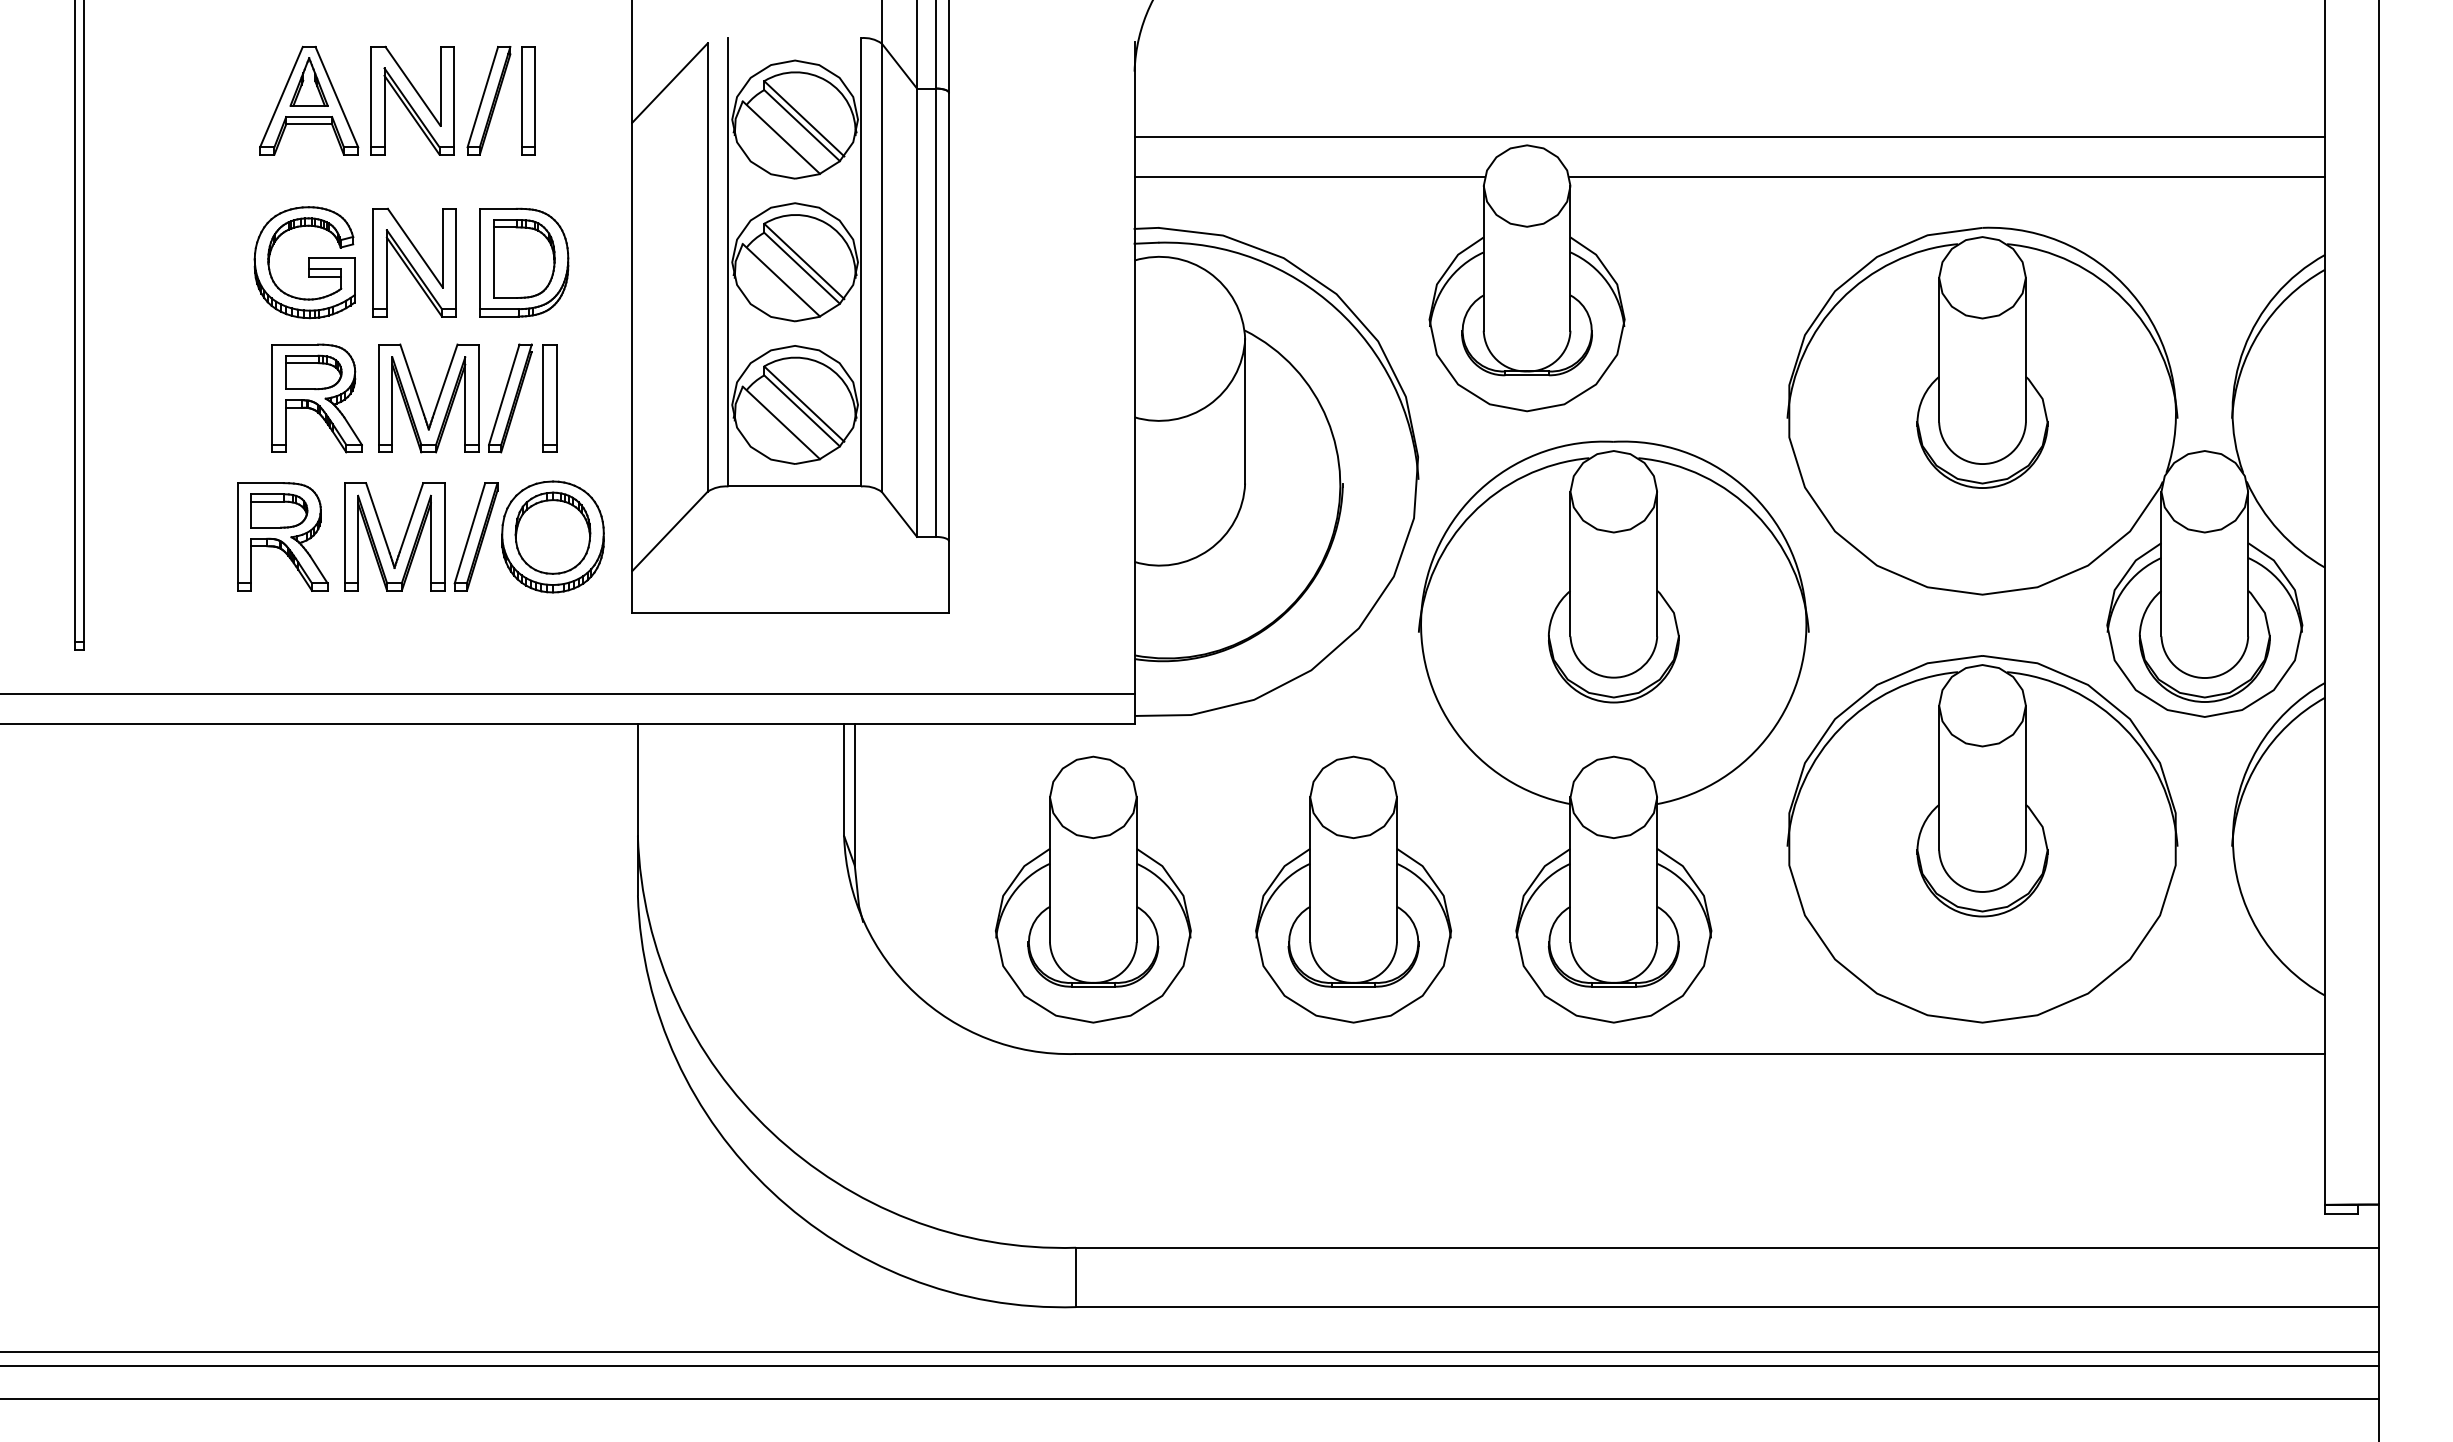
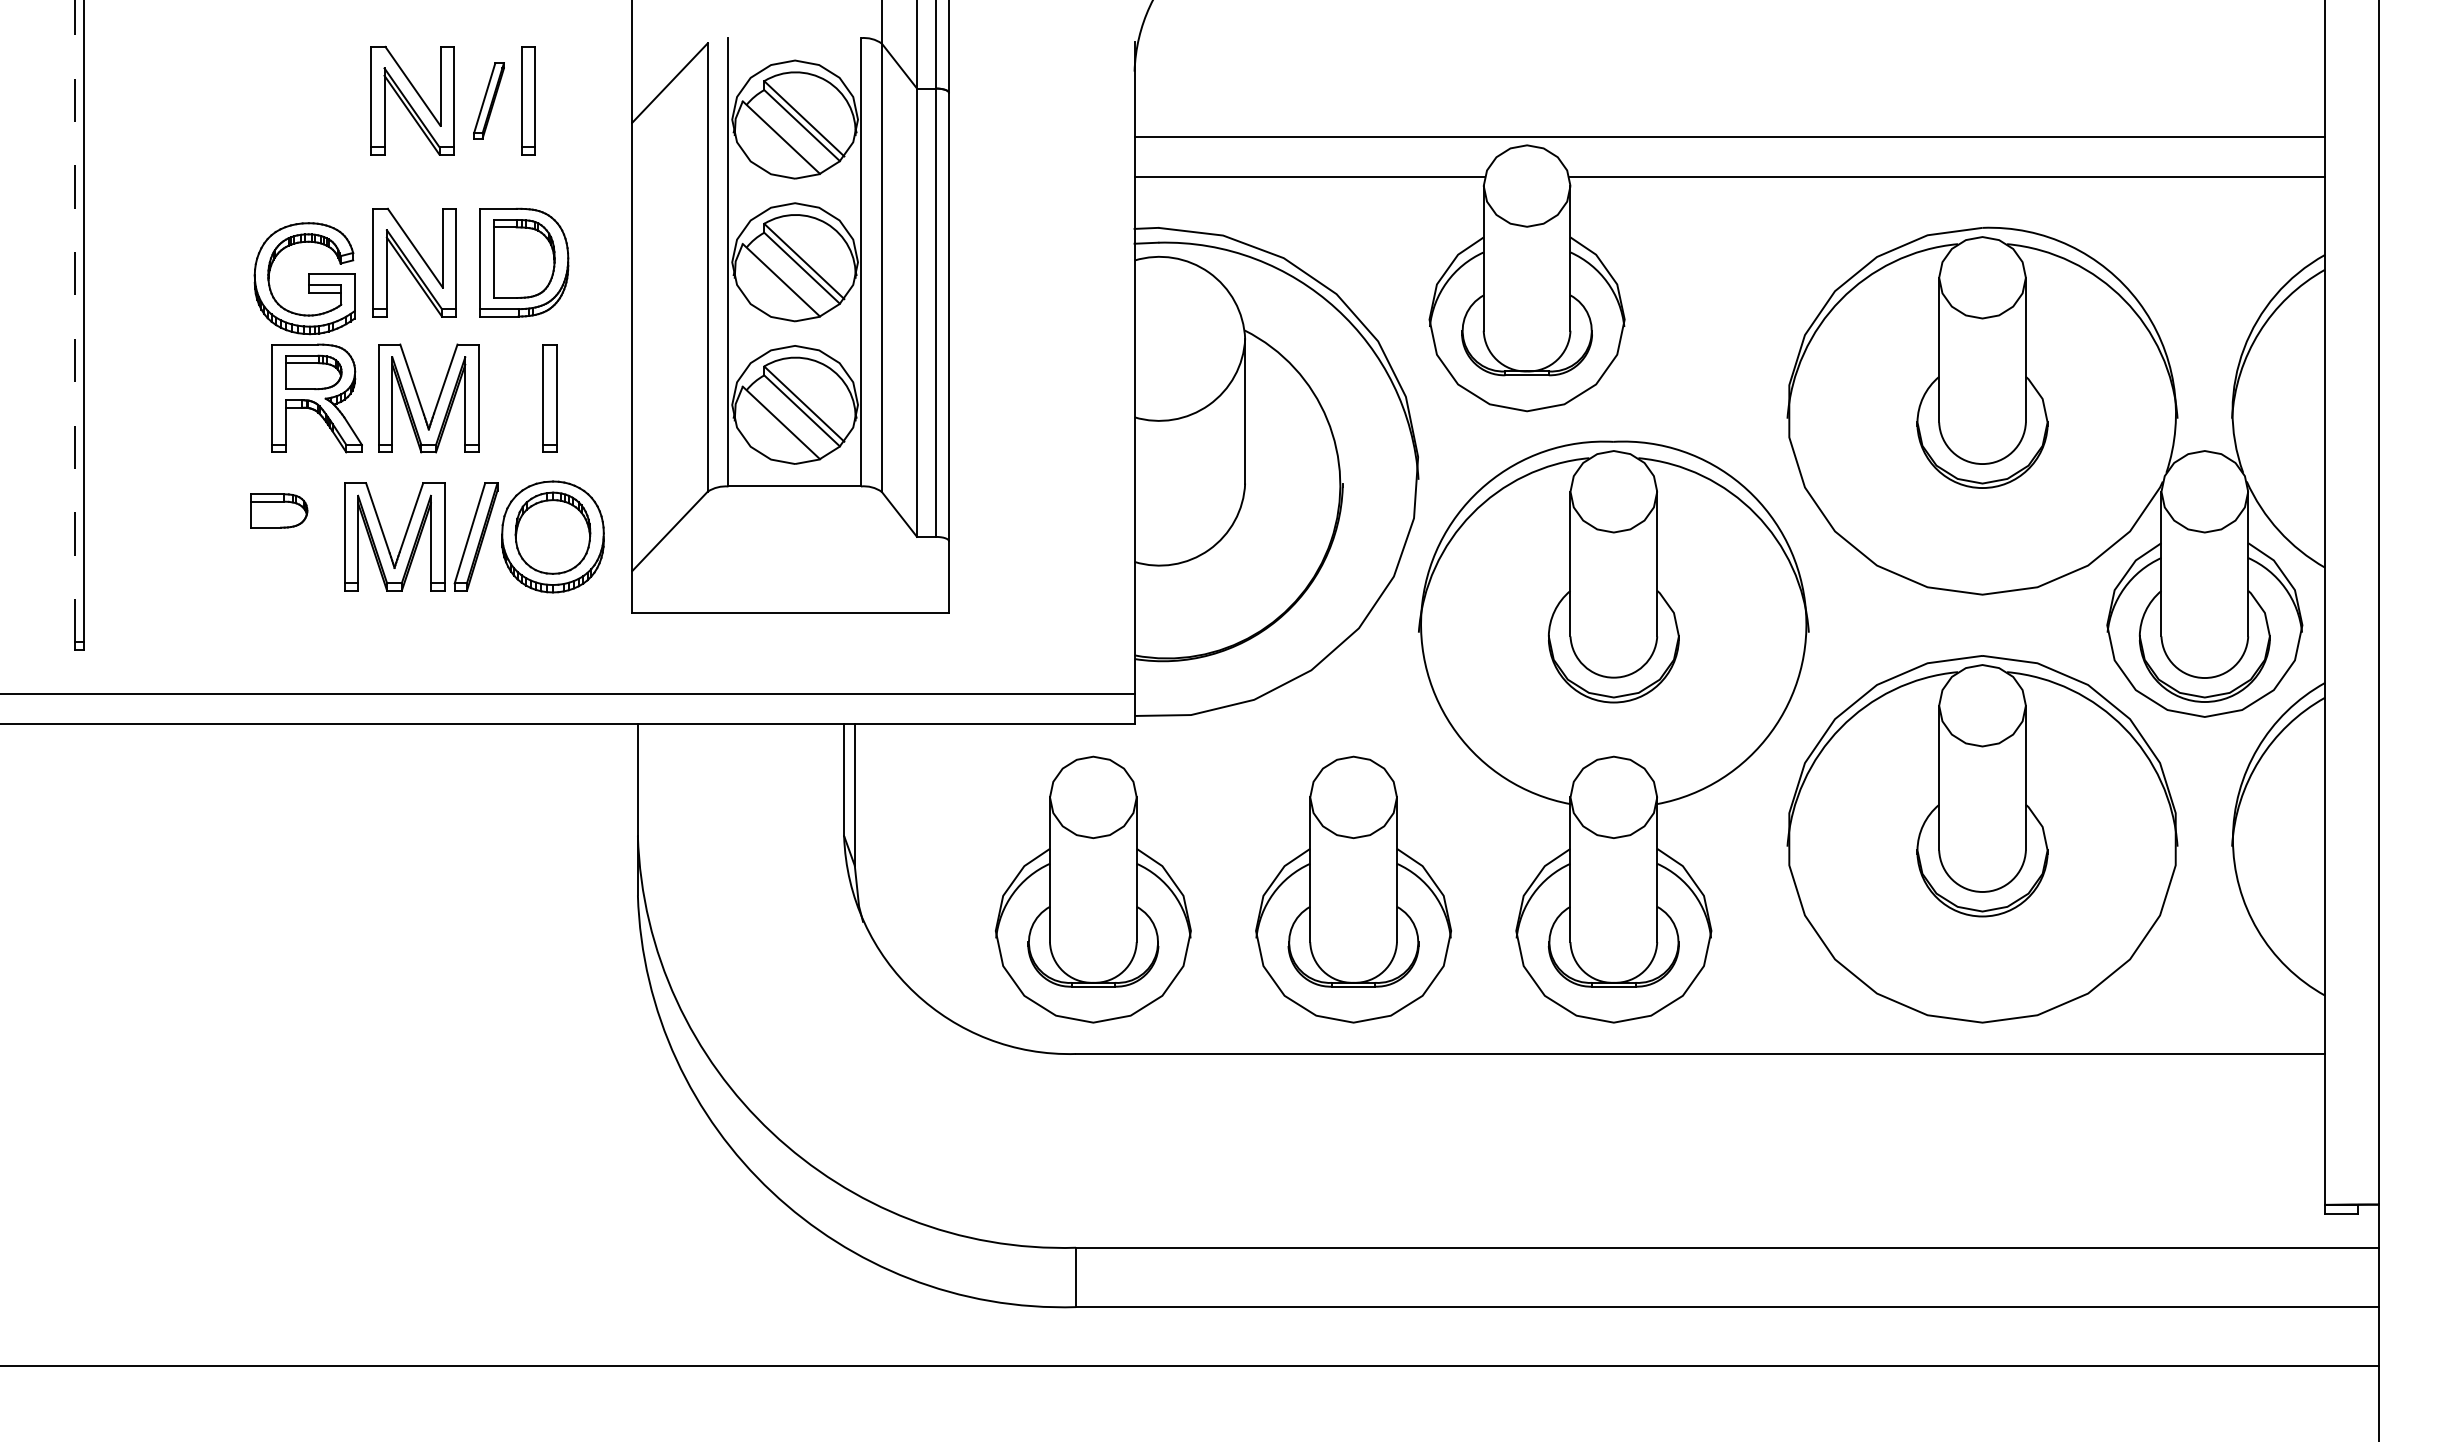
part at (309, 100): present -> none
part at (488, 100) size: 46x110 px -> 32x78 px
part at (304, 262) position: (304, 262) -> (304, 278)
line at (75, 321): solid -> dashed
part at (510, 398): present -> none
part at (282, 536): present -> none
line at (1190, 1351): present -> none
line at (1190, 1398): present -> none
